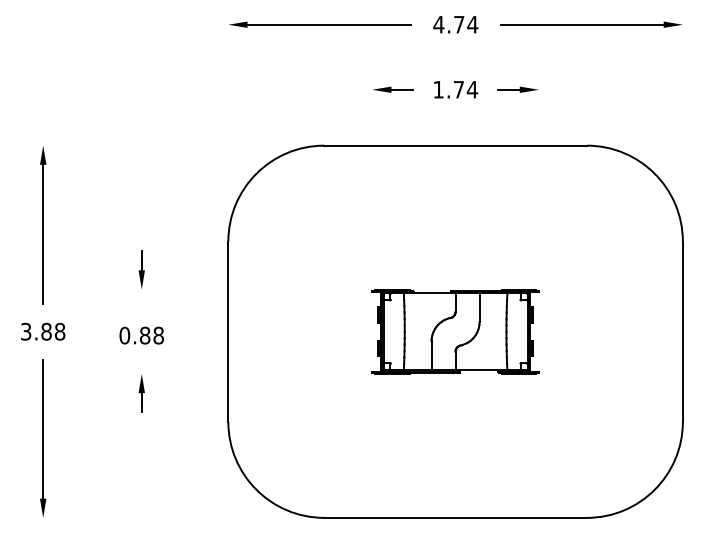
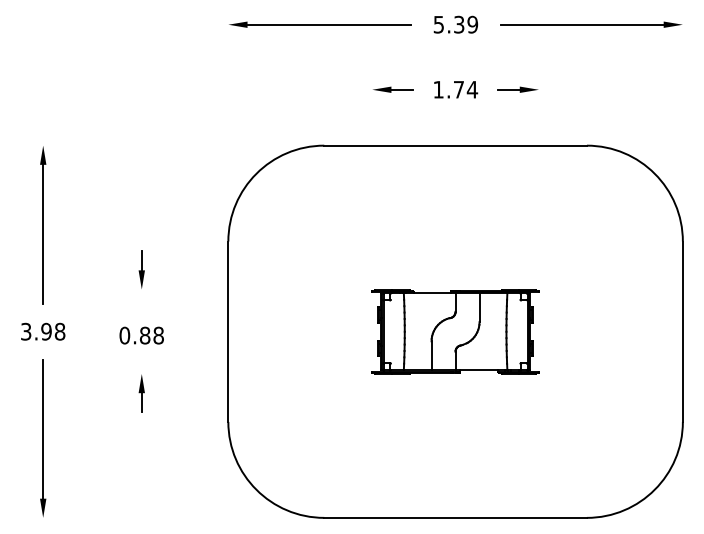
text at (455, 24): 4.74 -> 5.39
text at (46, 331): 3.88 -> 3.98
